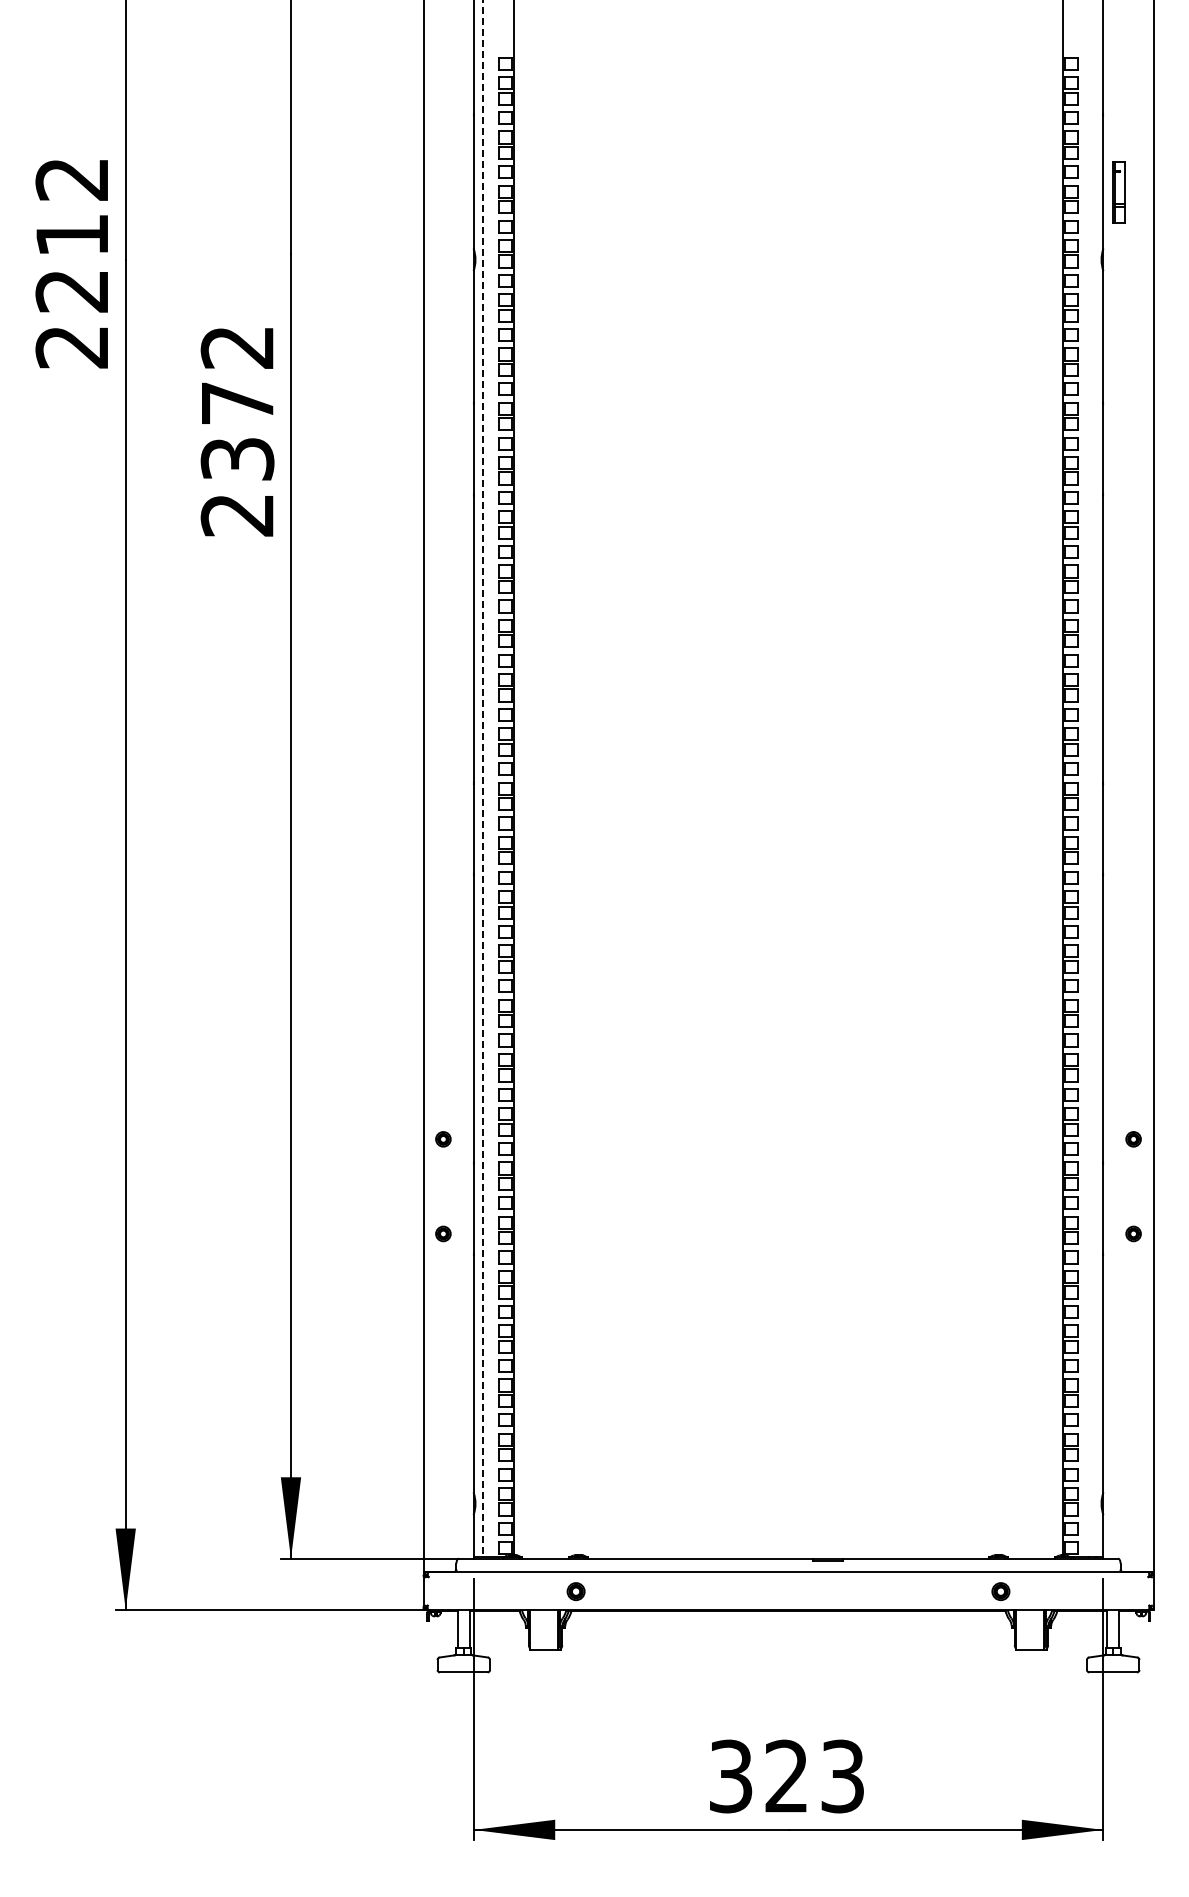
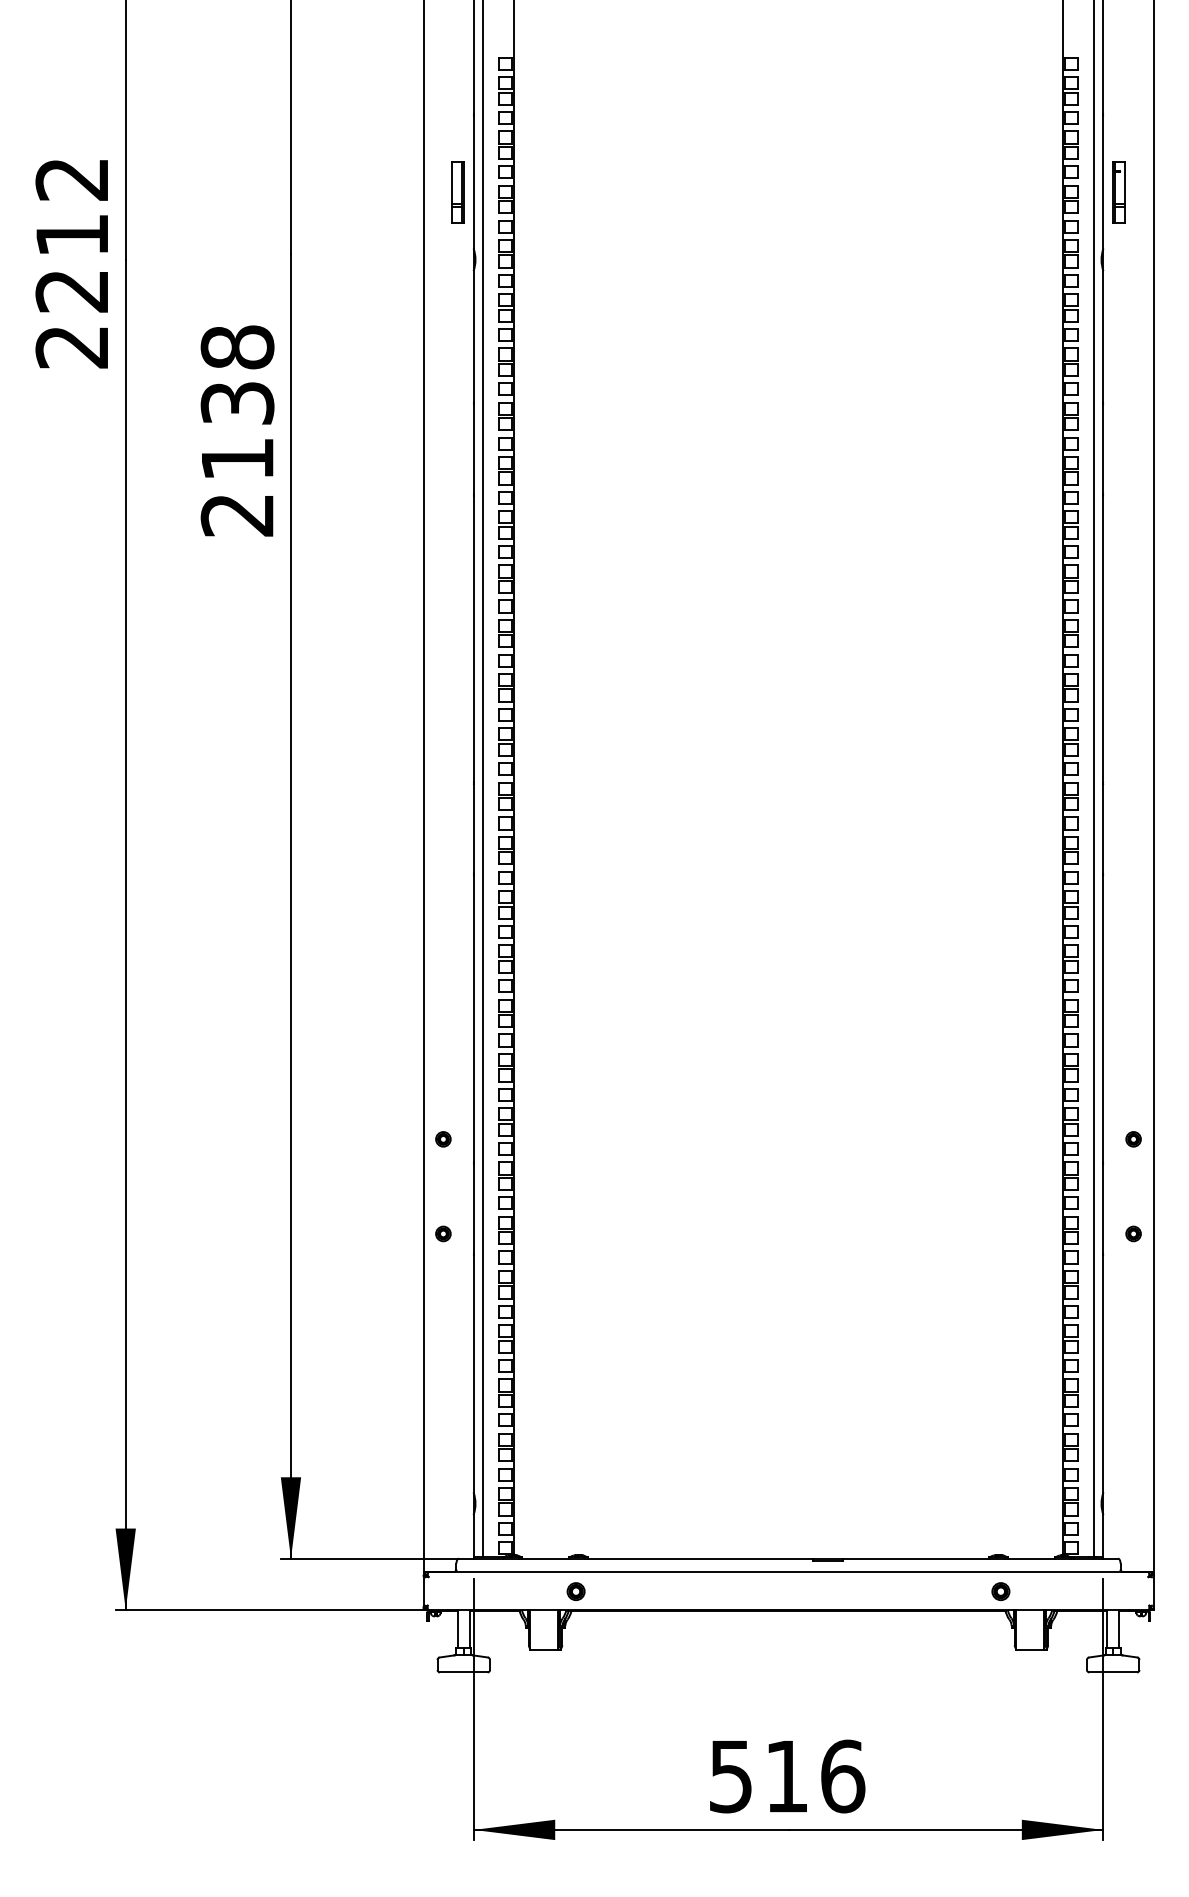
part at (457, 192): none -> present
text at (237, 402): 2372 -> 2138
line at (483, 778): dashed -> solid
line at (1093, 779): none -> present
text at (787, 1776): 323 -> 516
